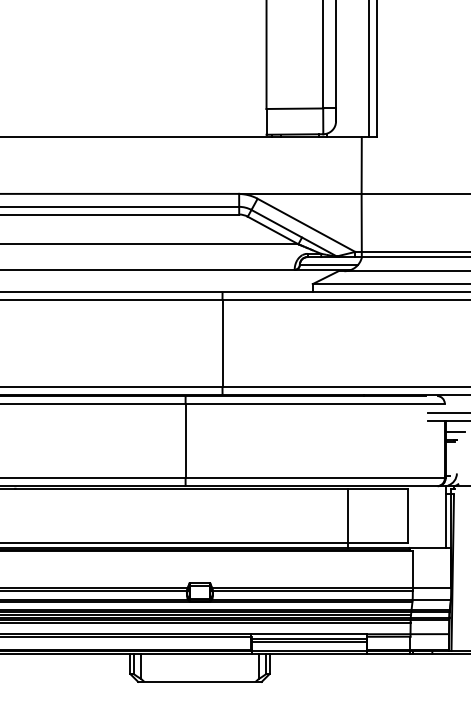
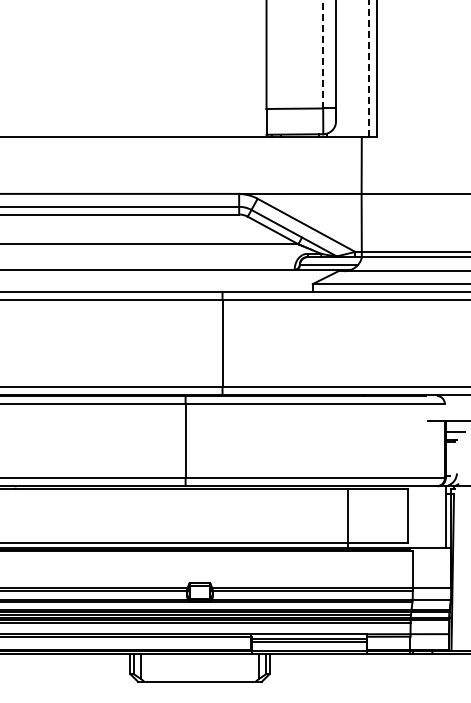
line at (323, 54): solid -> dashed
line at (369, 68): solid -> dashed
line at (447, 412): present -> none
